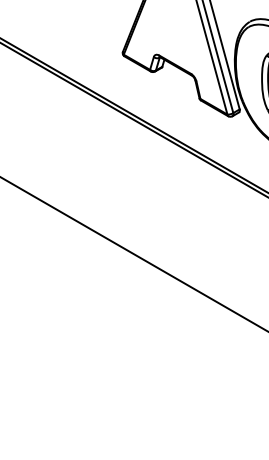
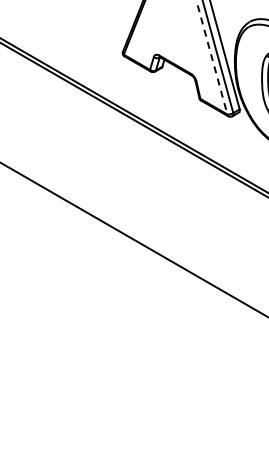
line at (212, 57): solid -> dashed
line at (133, 254) position: (133, 254) -> (133, 239)
